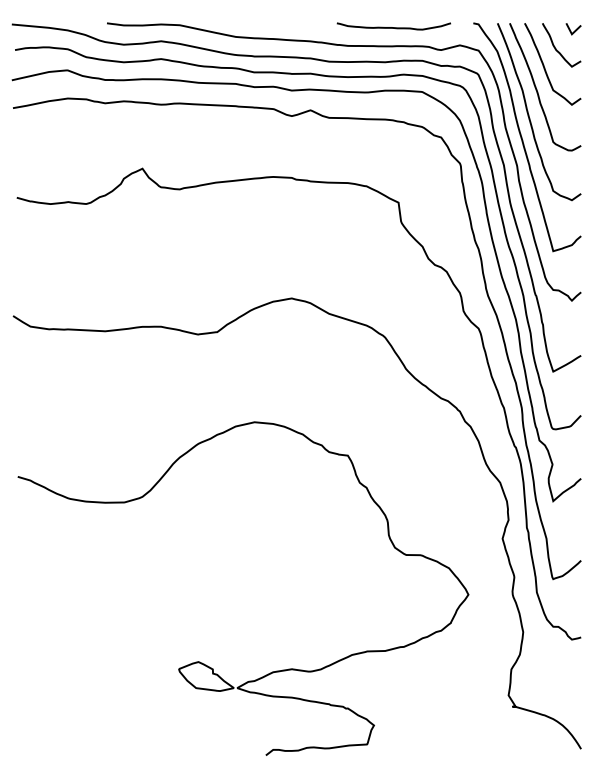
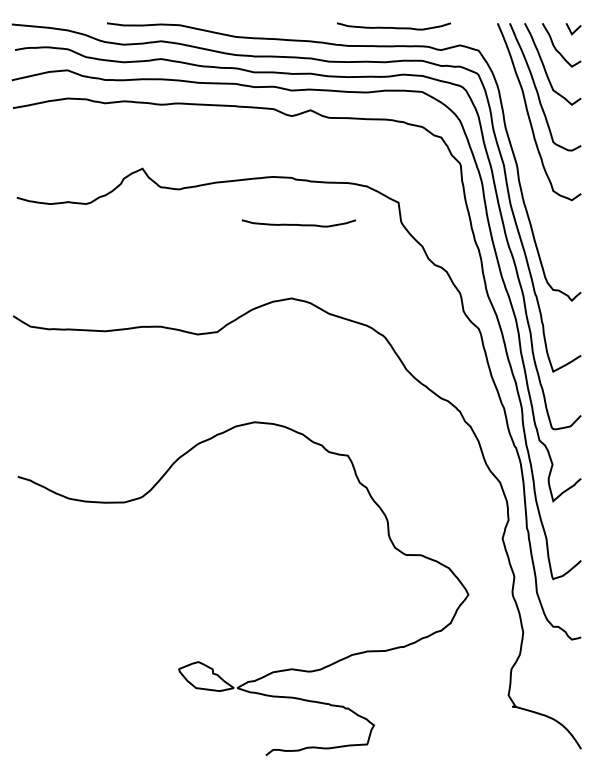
curve at (522, 137): present -> none
curve at (298, 224): none -> present
